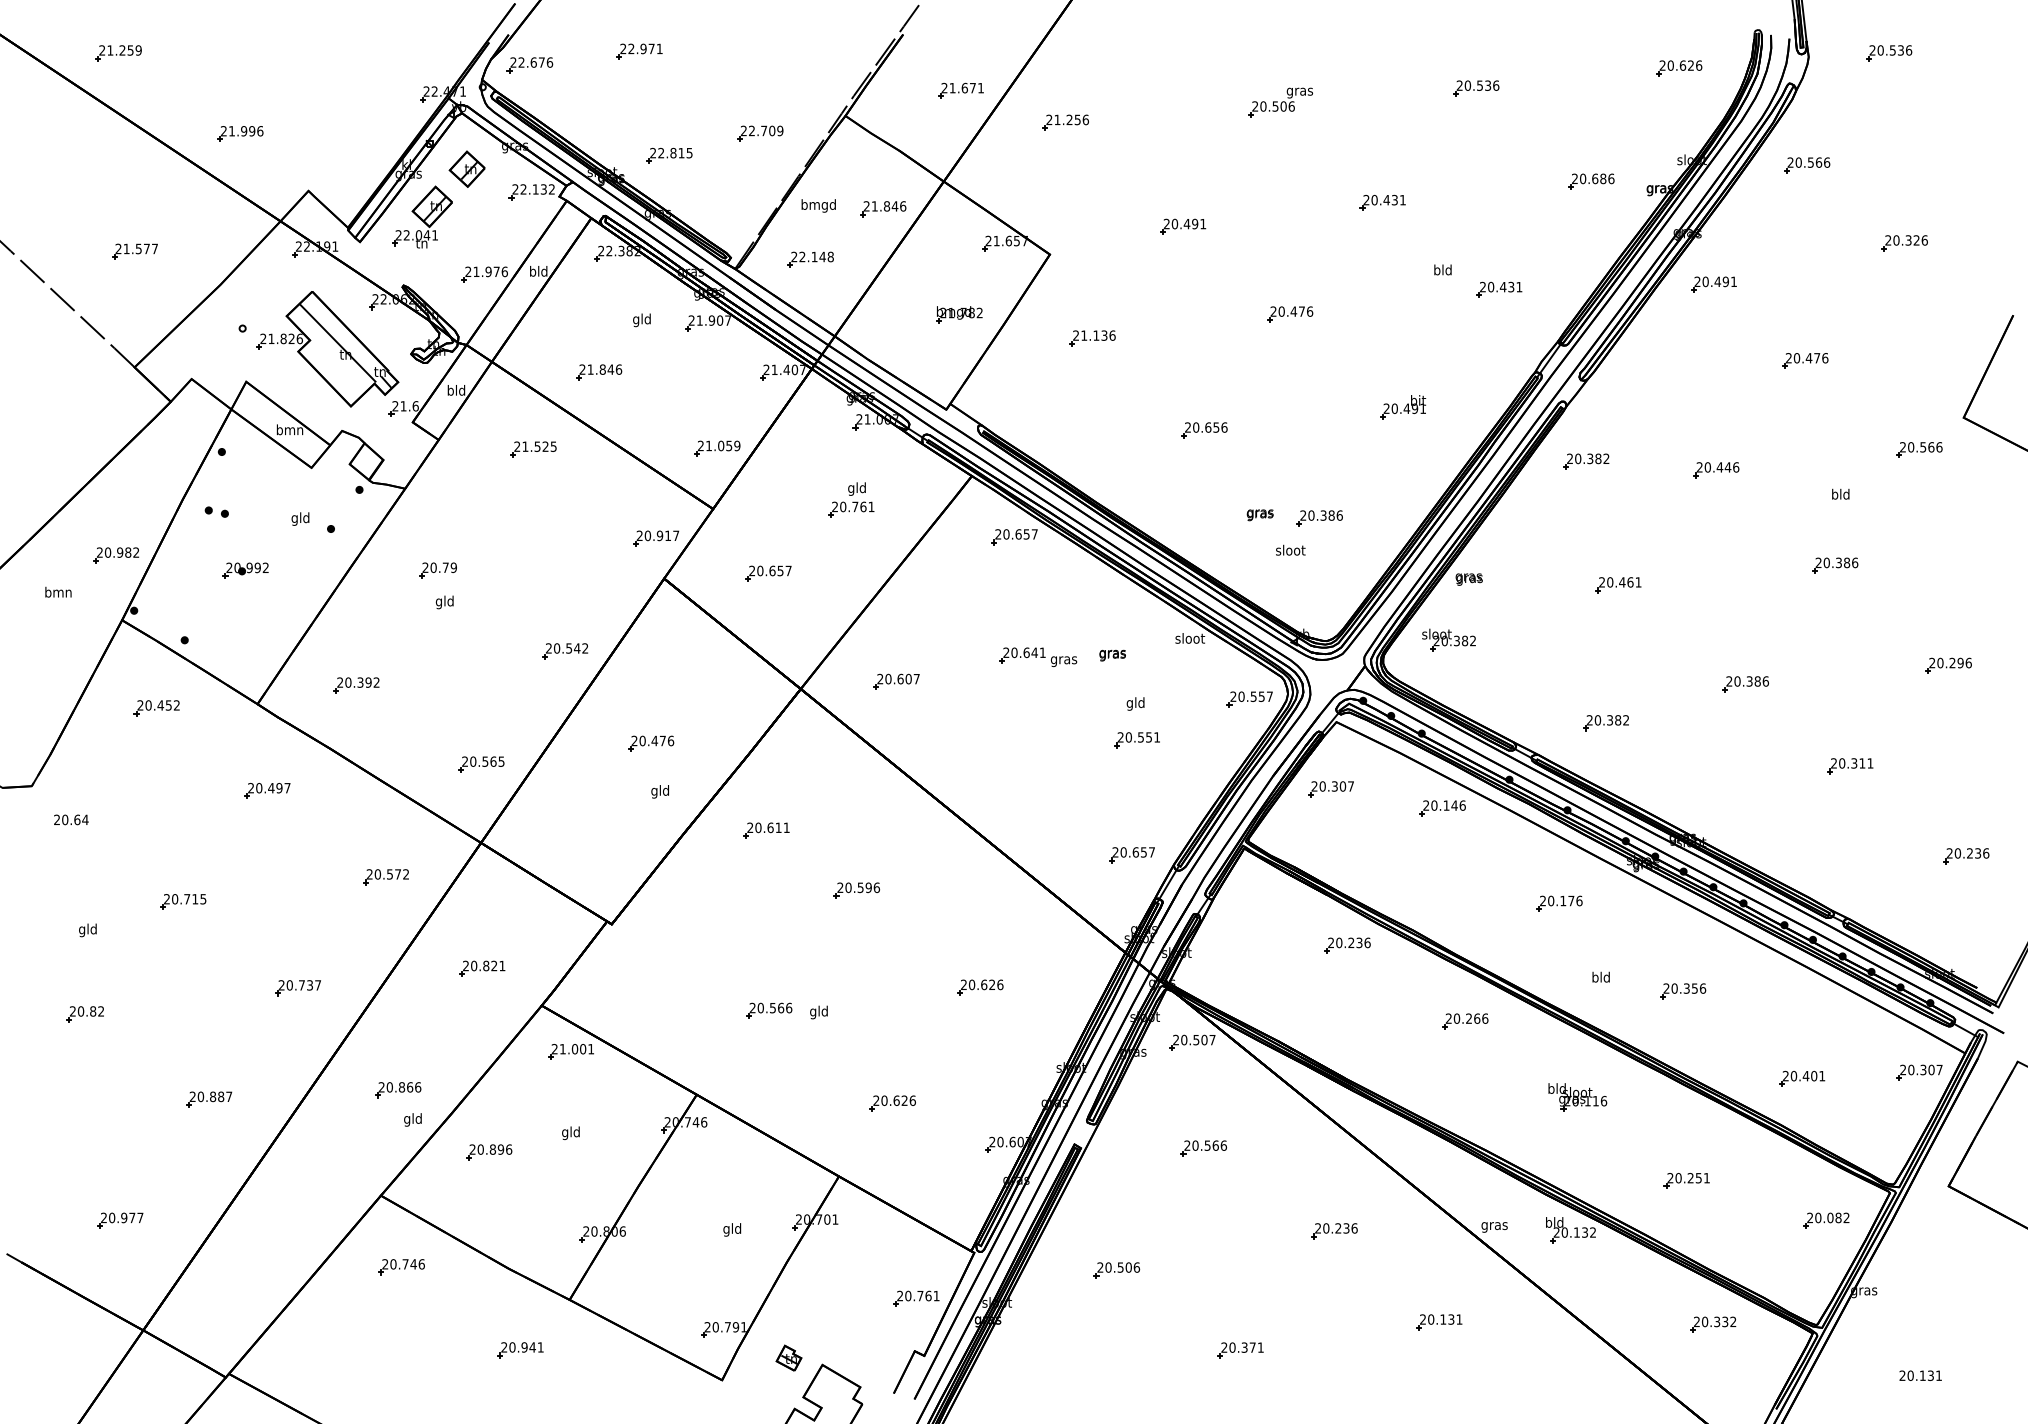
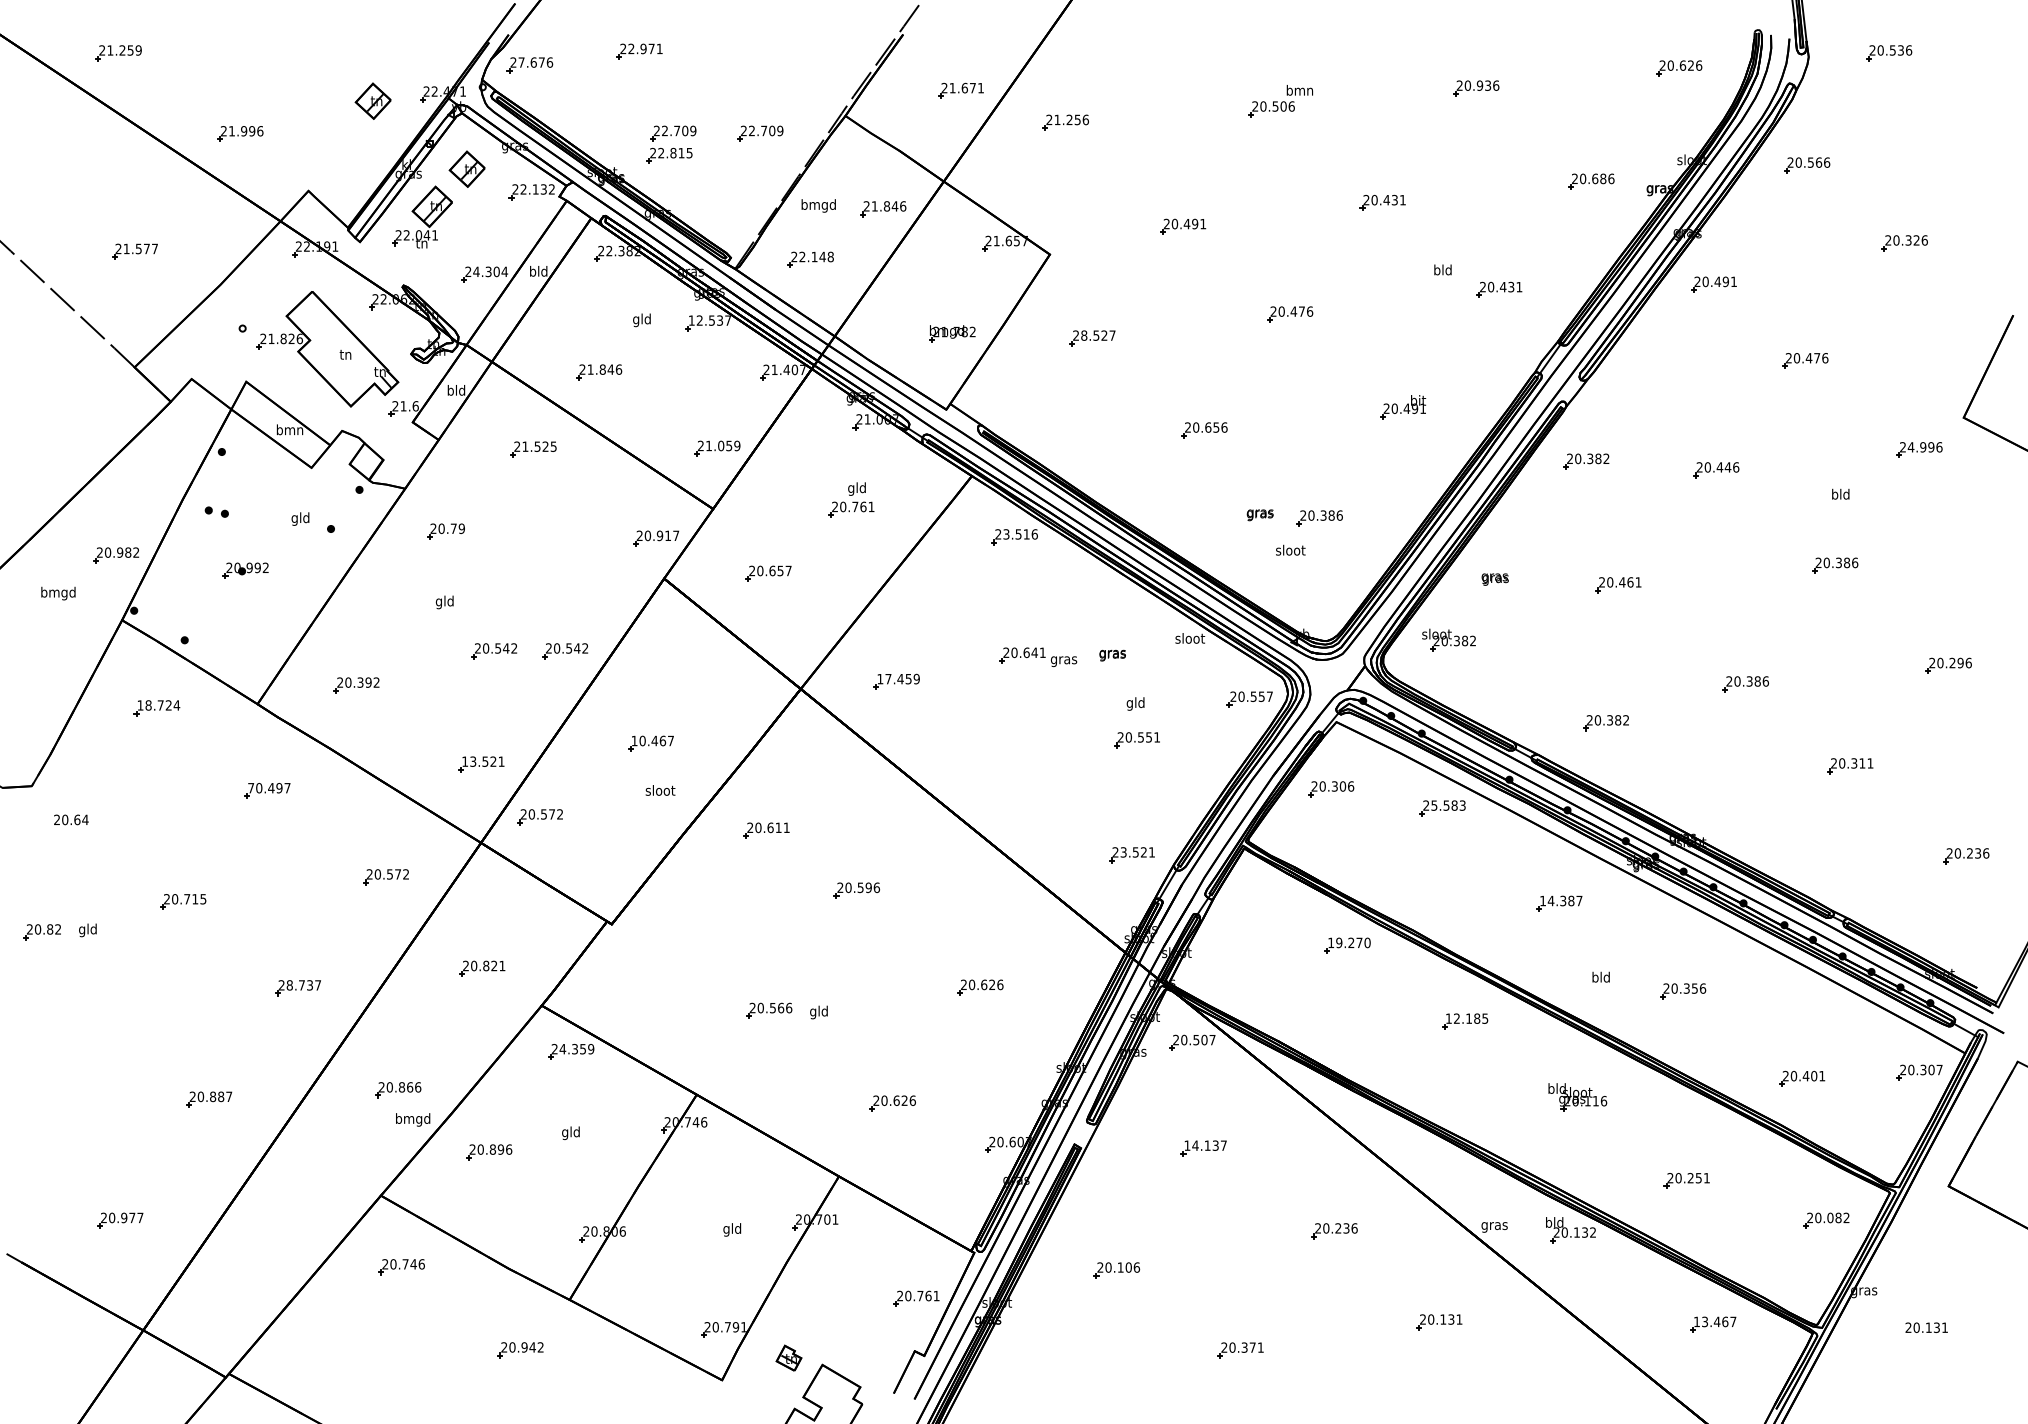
text at (521, 62): 22.676 -> 27.676
text at (1479, 85): 20.536 -> 20.936
text at (1299, 91): gras -> bmn
part at (372, 100): none -> present
part at (673, 133): none -> present
text at (490, 271): 21.976 -> 24.304
part at (959, 314) position: (959, 314) -> (952, 333)
text at (705, 320): 21.907 -> 12.537
text at (1098, 335): 21.136 -> 28.527
line at (337, 343): present -> none
text at (1920, 447): 20.566 -> 24.996
text at (1020, 534): 20.657 -> 23.516
part at (437, 570) position: (437, 570) -> (445, 531)
text at (1468, 579) position: (1468, 579) -> (1494, 579)
text at (58, 593): bmn -> bmgd
part at (493, 651): none -> present
text at (898, 678): 20.607 -> 17.459
text at (158, 705): 20.452 -> 18.724
text at (652, 740): 20.476 -> 10.467
text at (483, 761): 20.565 -> 13.521
text at (1351, 786): 20.307 -> 20.306
text at (251, 787): 20.497 -> 70.497
text at (660, 791): gld -> sloot
text at (1448, 805): 20.146 -> 25.583
part at (539, 817): none -> present
text at (1137, 852): 20.657 -> 23.521
text at (1561, 900): 20.176 -> 14.387
text at (1349, 942): 20.236 -> 19.270
text at (289, 985): 20.737 -> 28.737
part at (84, 1014) position: (84, 1014) -> (41, 932)
text at (1466, 1018): 20.266 -> 12.185
text at (576, 1049): 21.001 -> 24.359
text at (413, 1119): gld -> bmgd
text at (1205, 1145): 20.566 -> 14.137
text at (1120, 1267): 20.506 -> 20.106
text at (1714, 1321): 20.332 -> 13.467
text at (540, 1347): 20.941 -> 20.942
text at (1920, 1375) position: (1920, 1375) -> (1926, 1327)
